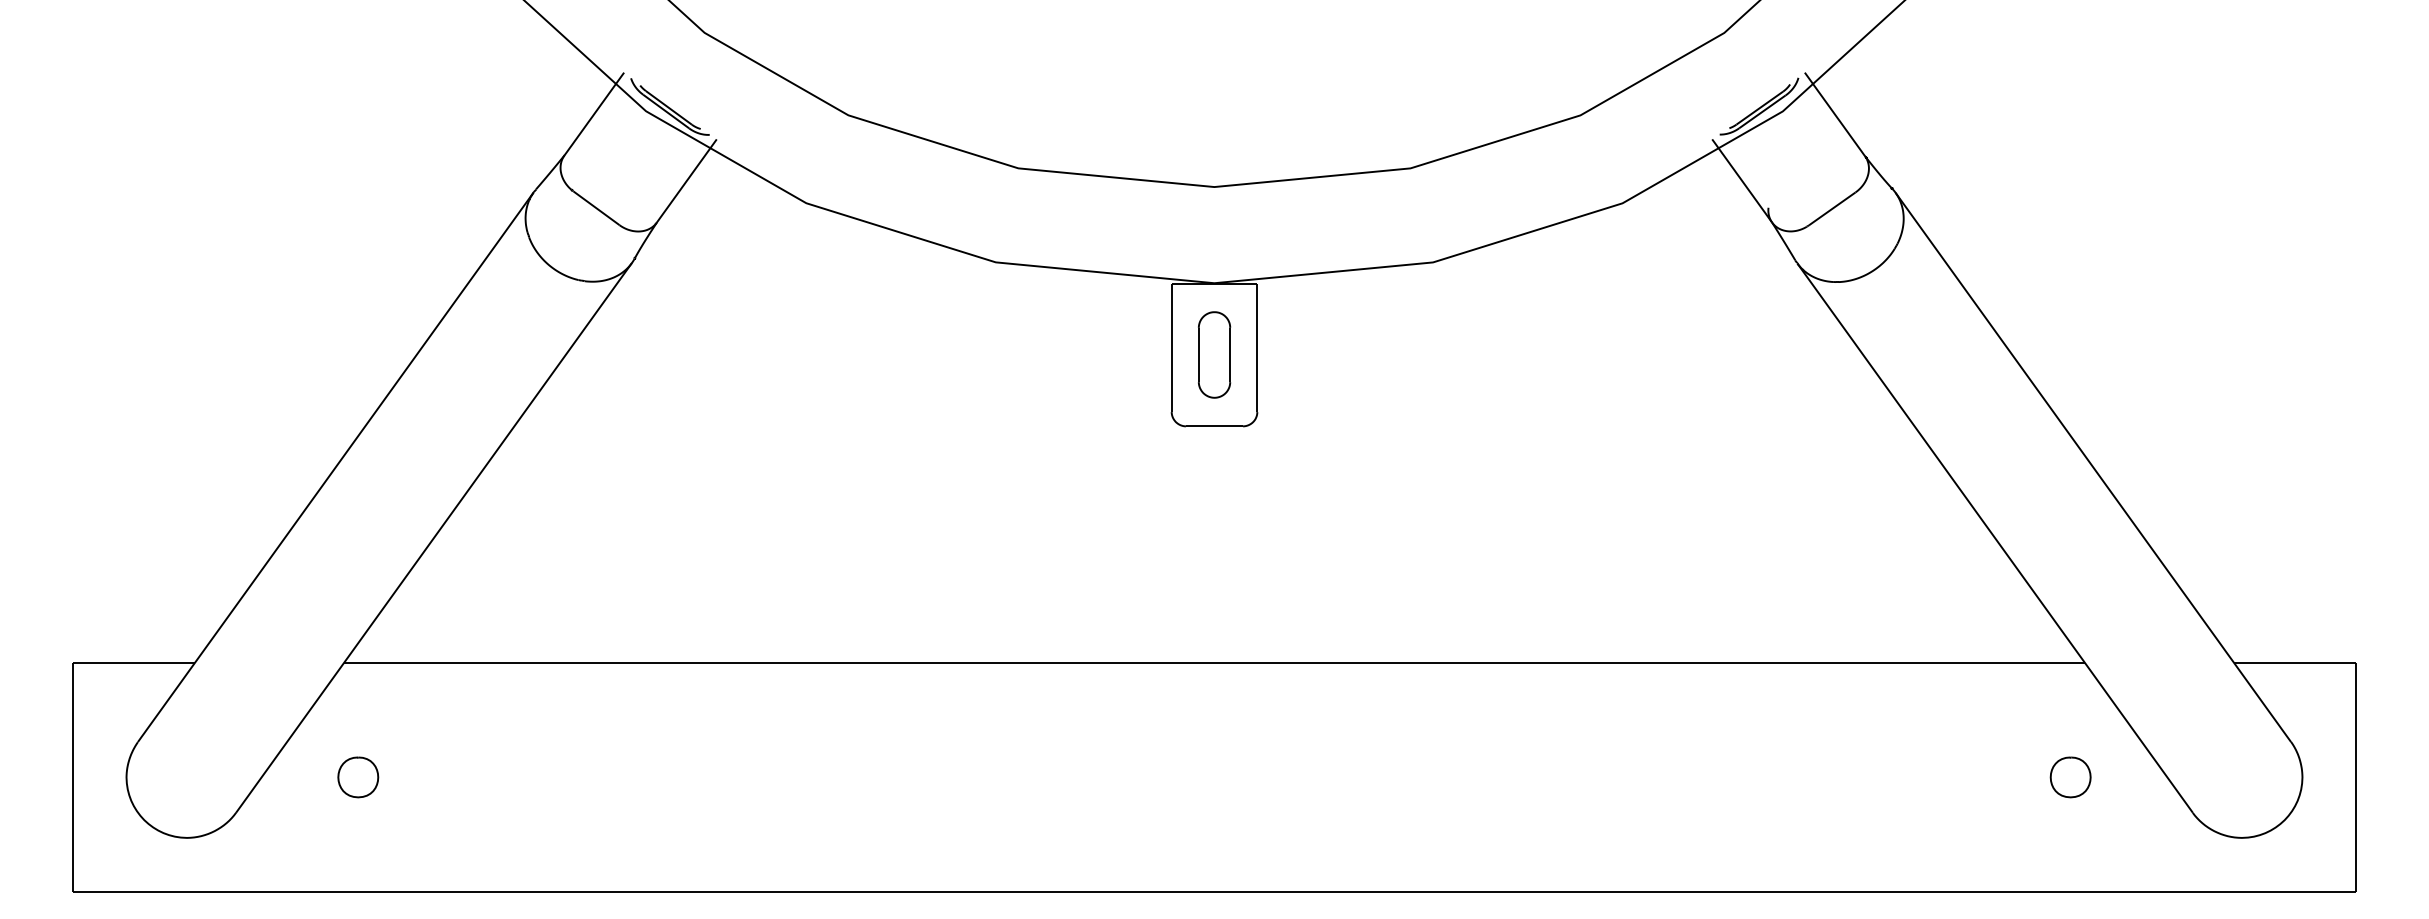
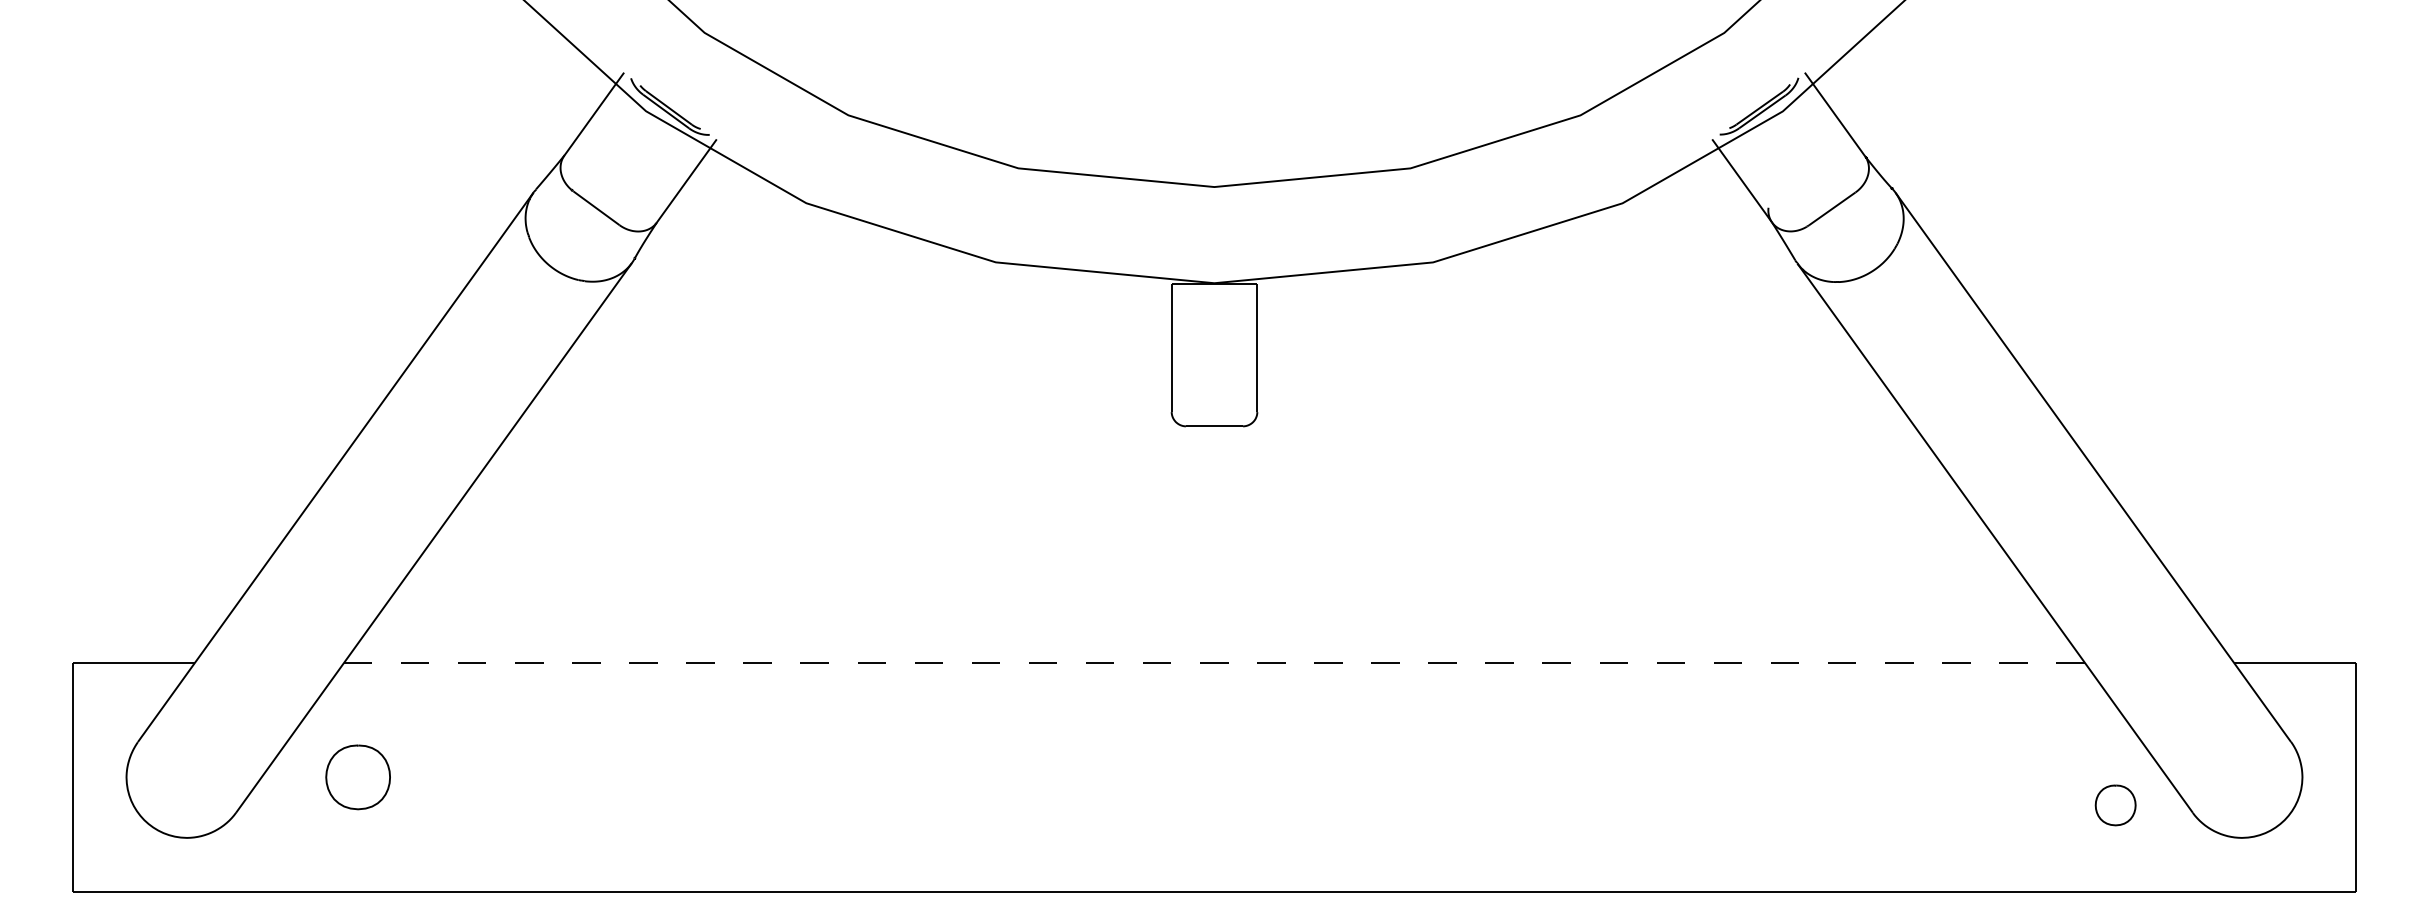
part at (1214, 354): present -> none
line at (1214, 663): solid -> dashed
part at (358, 777) size: 43x43 px -> 66x67 px
part at (2070, 777) position: (2070, 777) -> (2115, 805)
